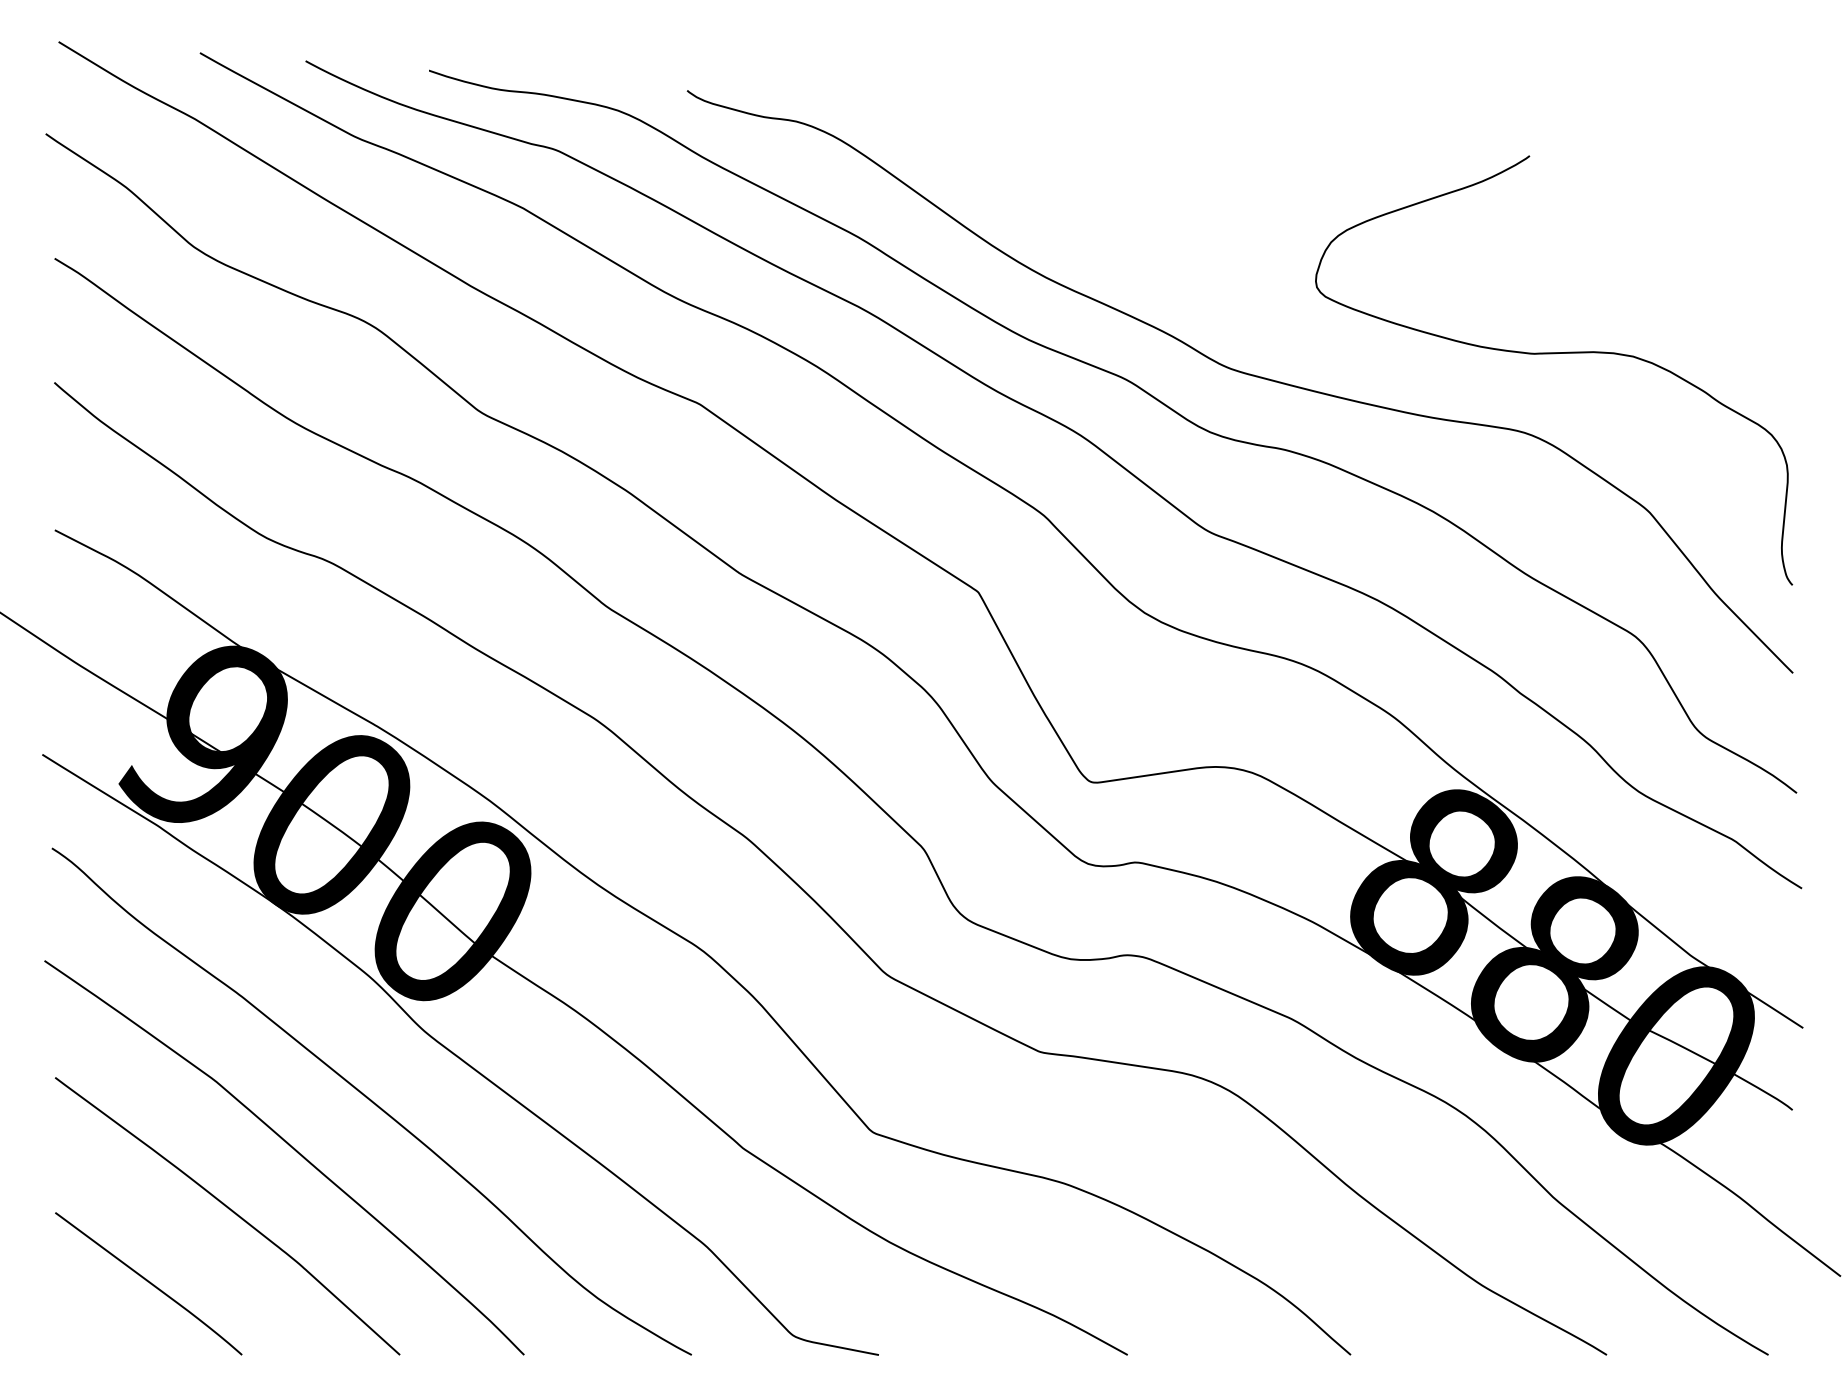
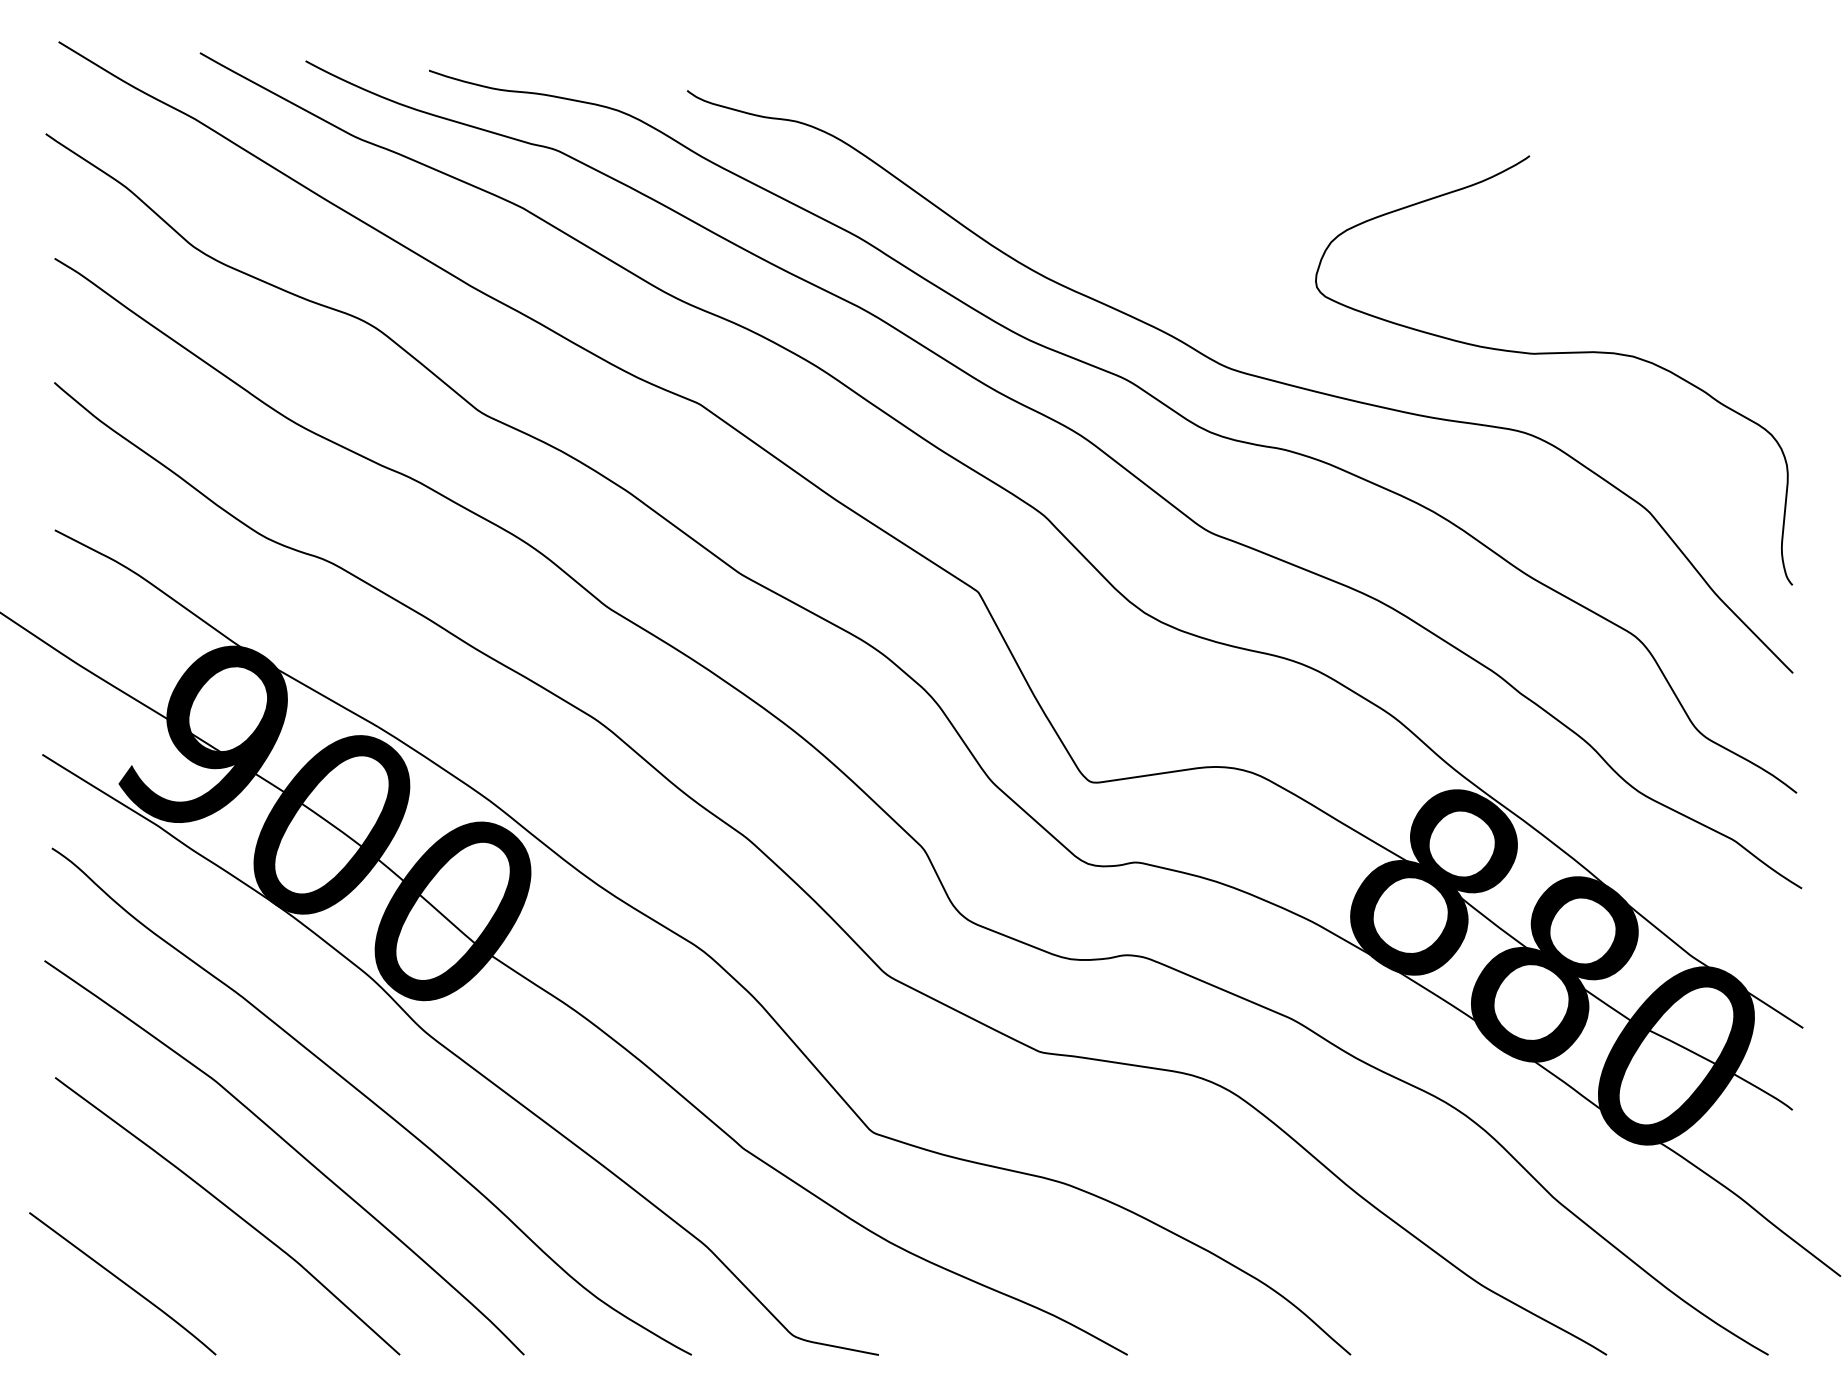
curve at (148, 1282) position: (148, 1282) -> (122, 1282)
